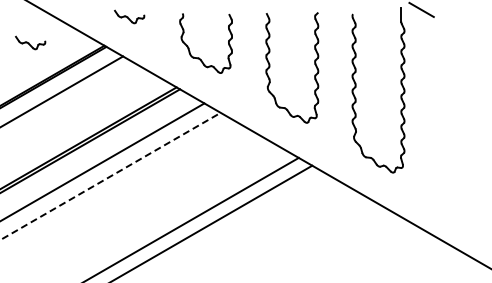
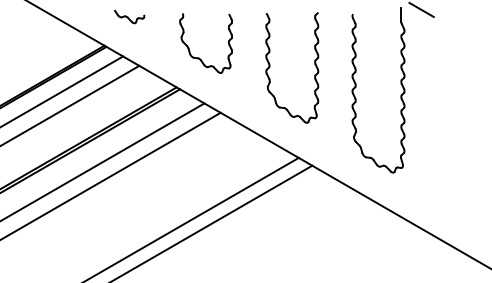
part at (30, 42): present -> none
line at (70, 104): none -> present
line at (110, 176): dashed -> solid
